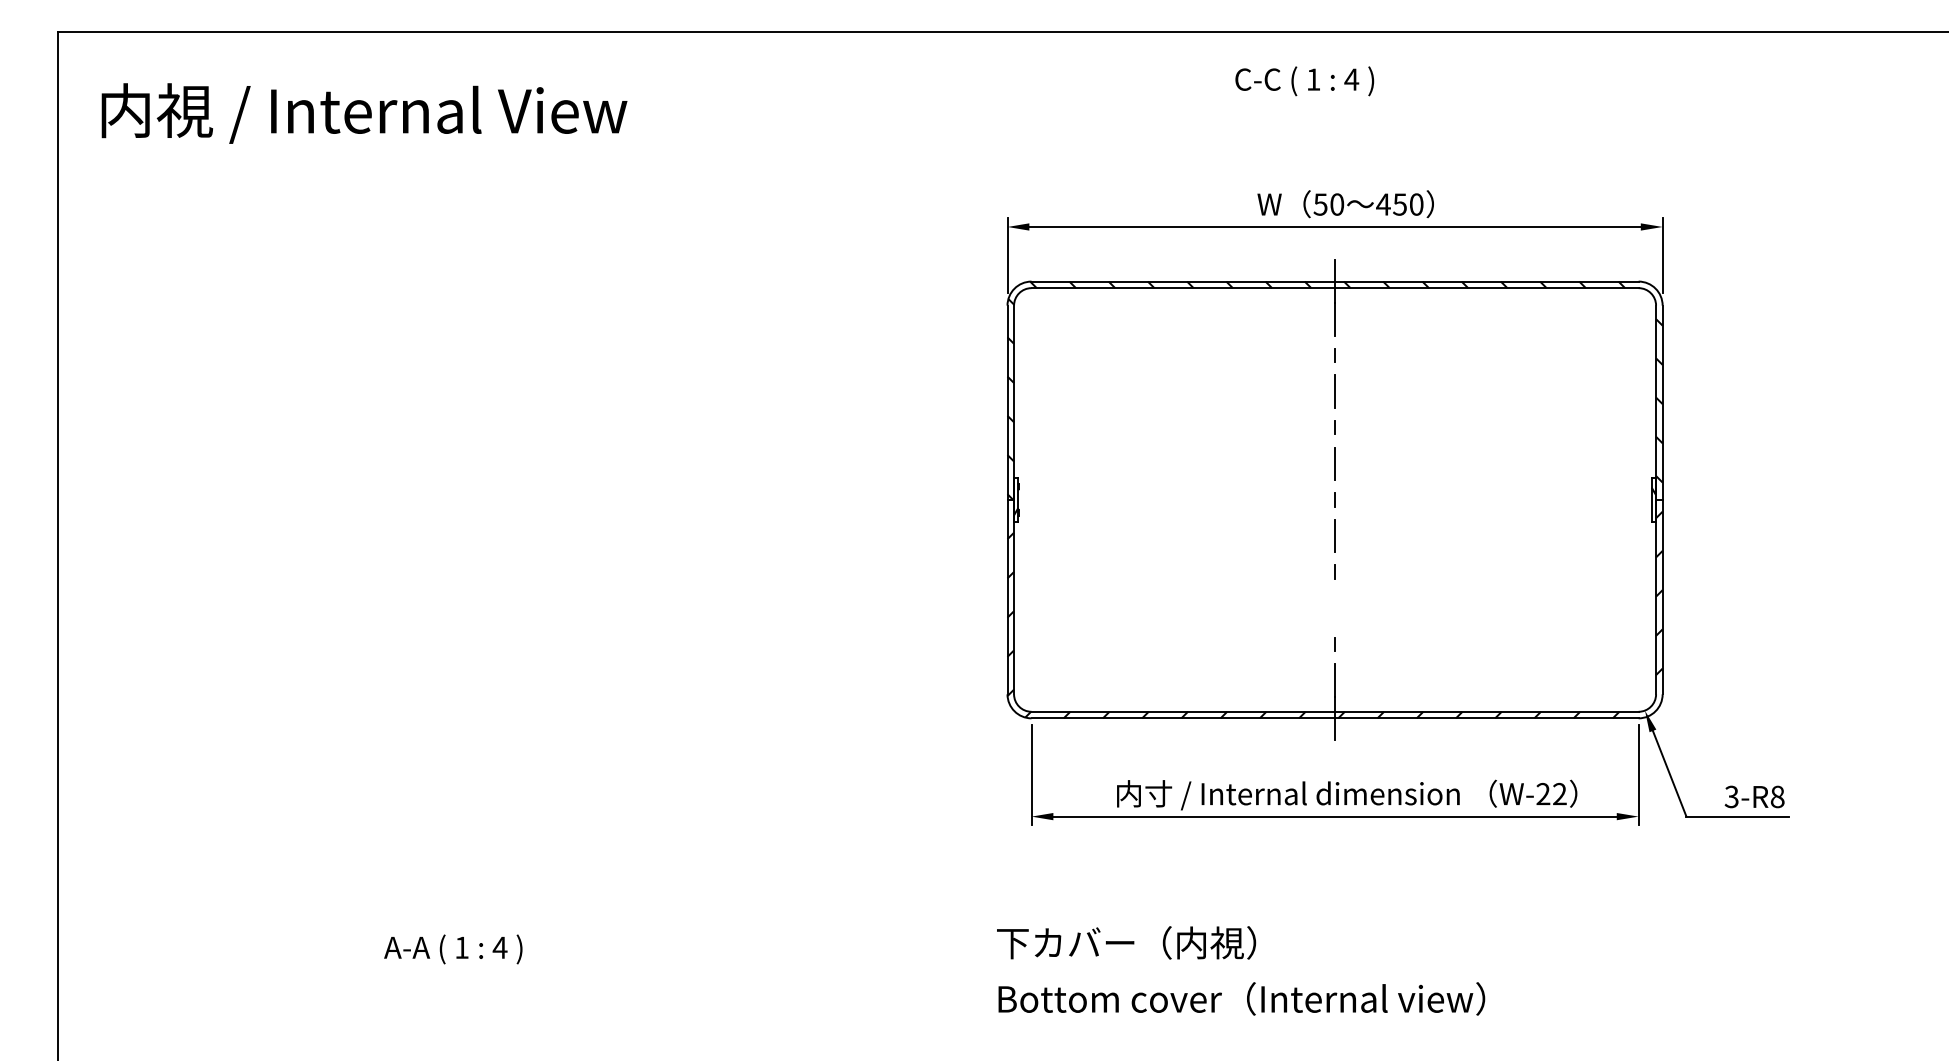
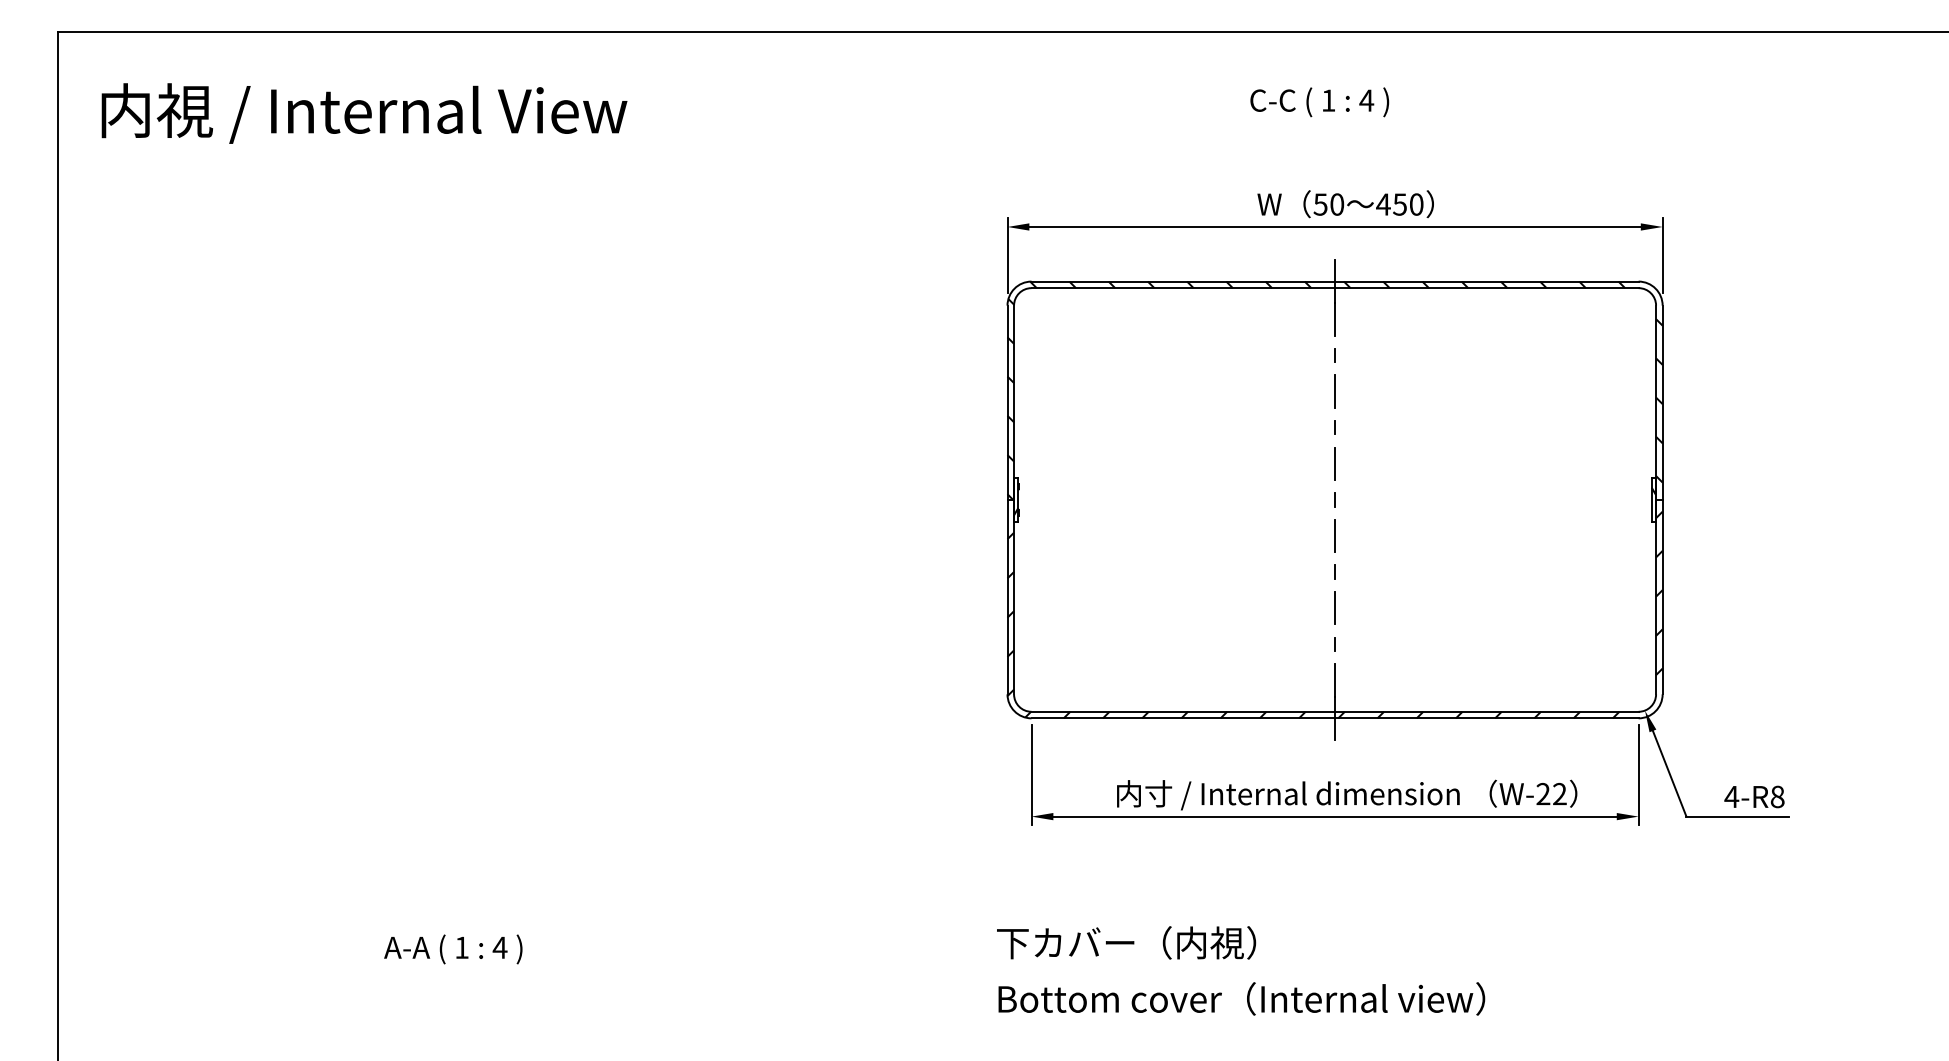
text at (1304, 81) position: (1304, 81) -> (1319, 102)
line at (1335, 607): none -> present
text at (1731, 796): 3-R8 -> 4-R8
